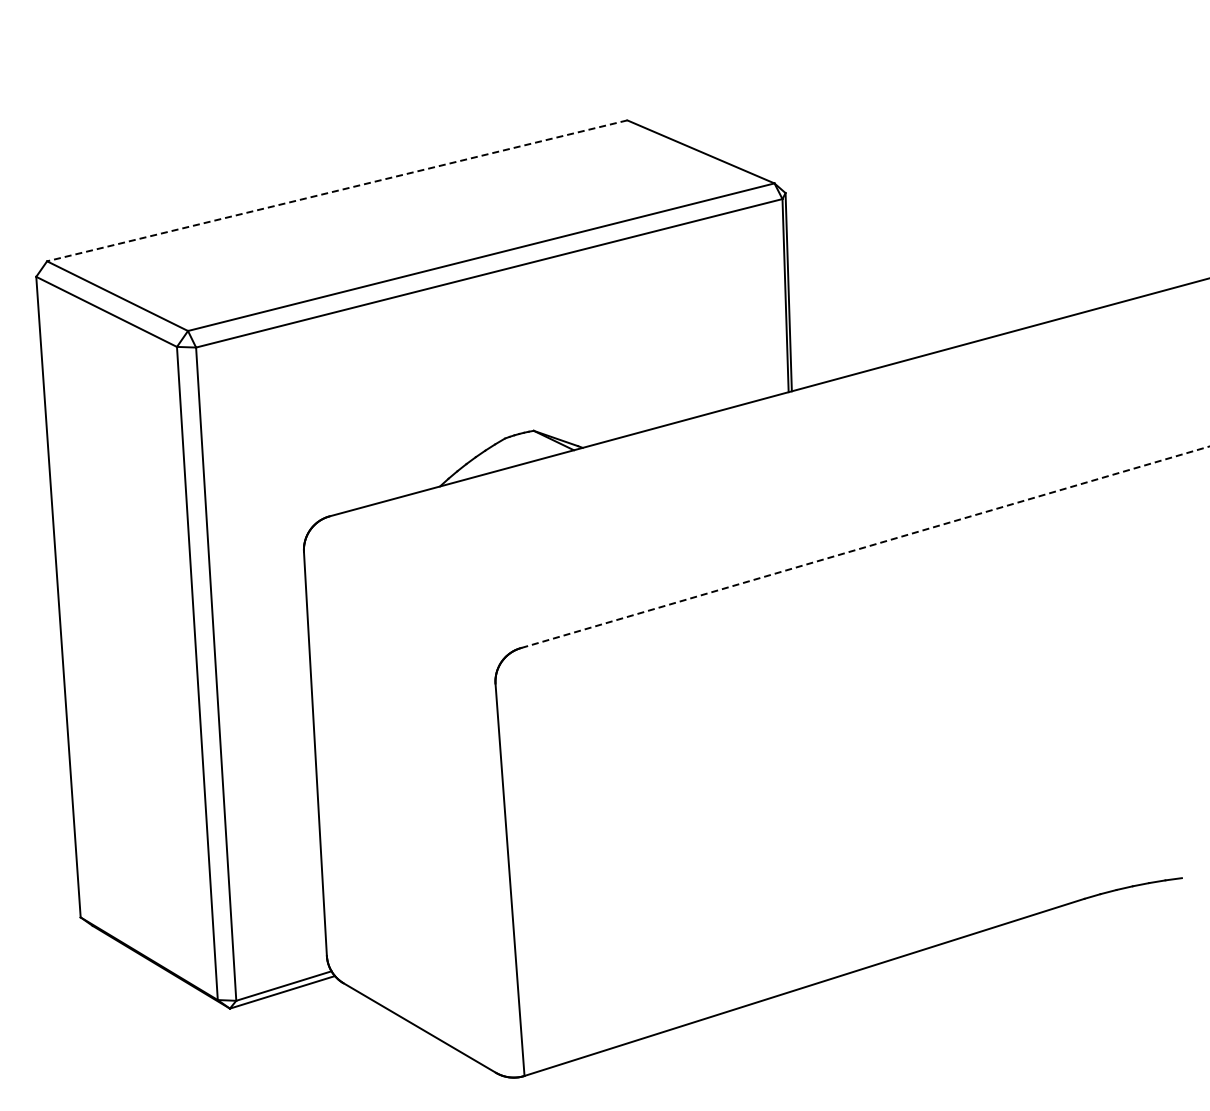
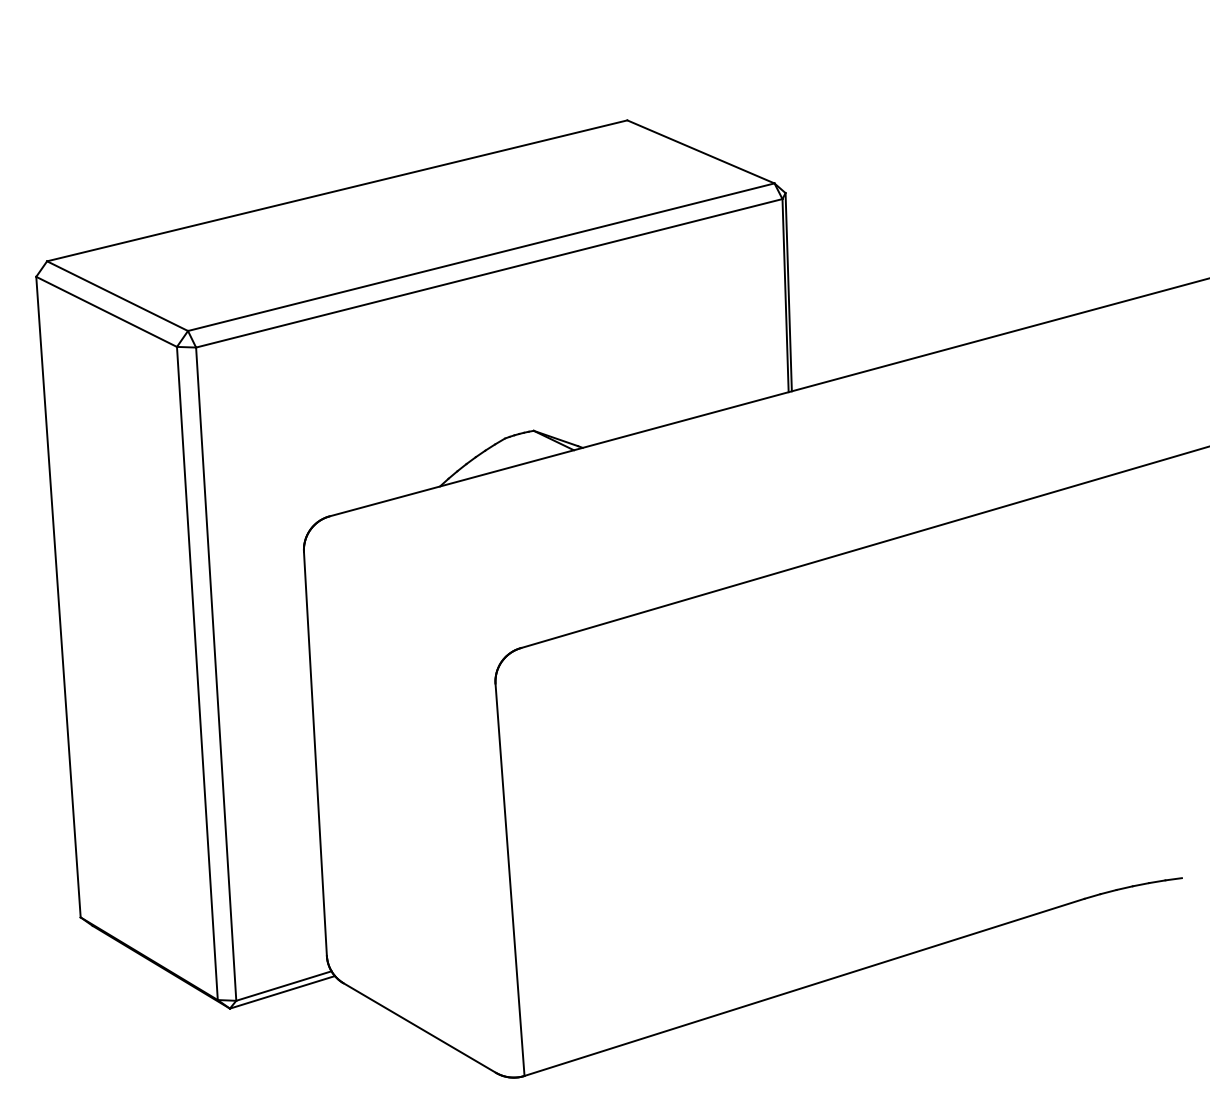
line at (337, 190): dashed -> solid
line at (865, 547): dashed -> solid
